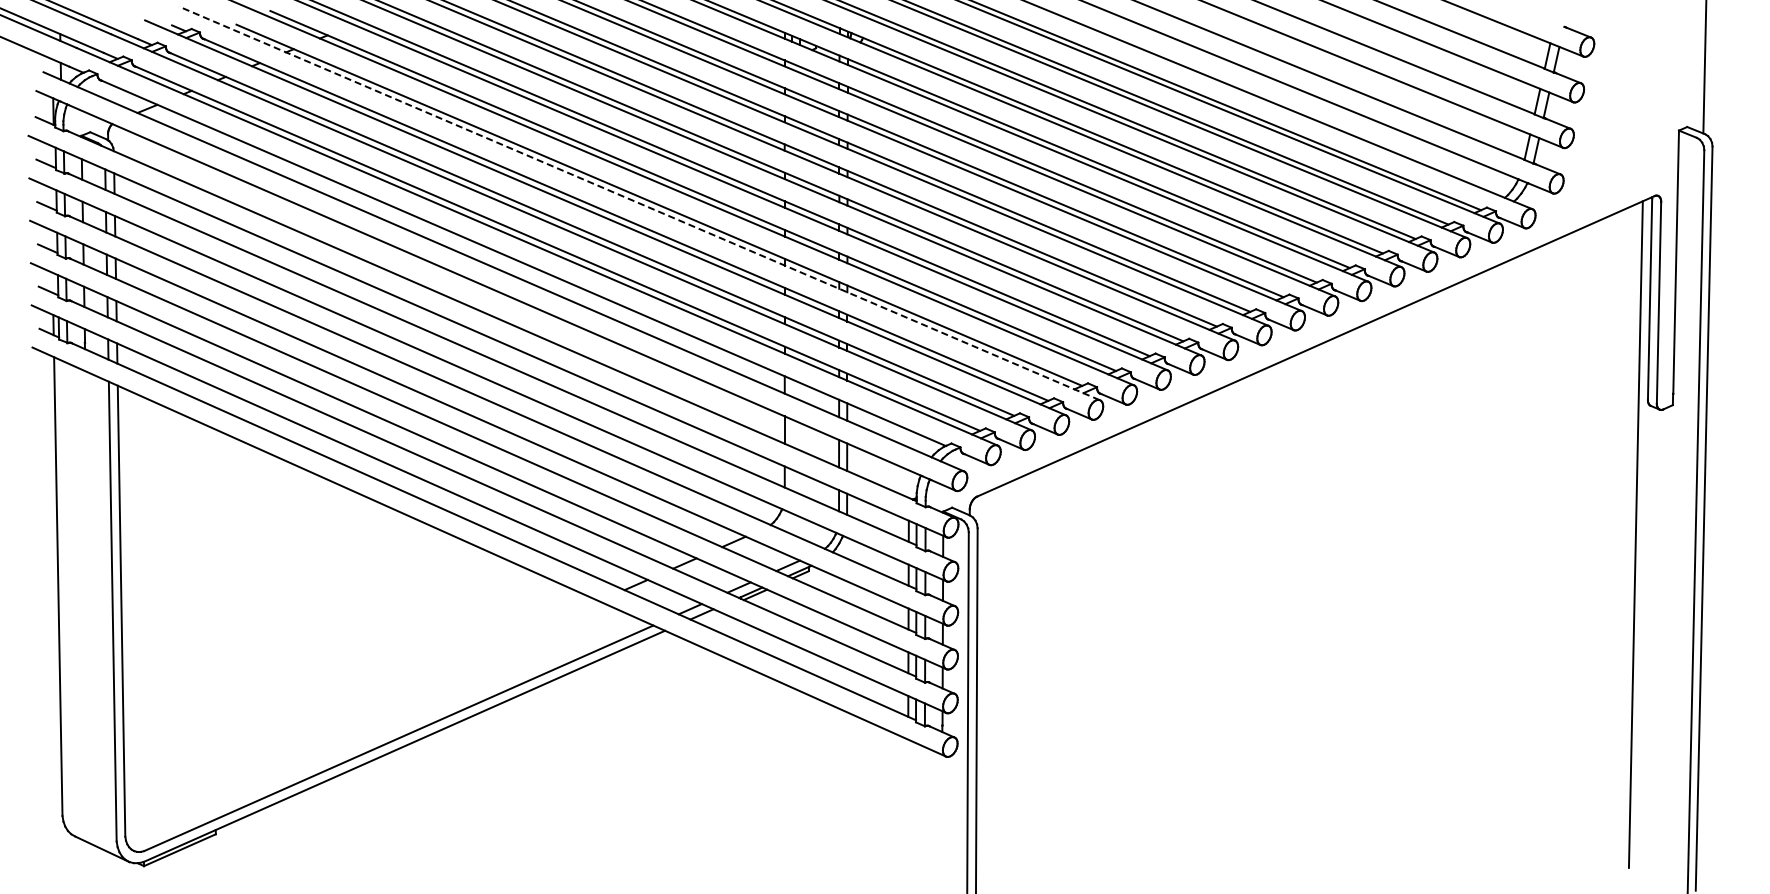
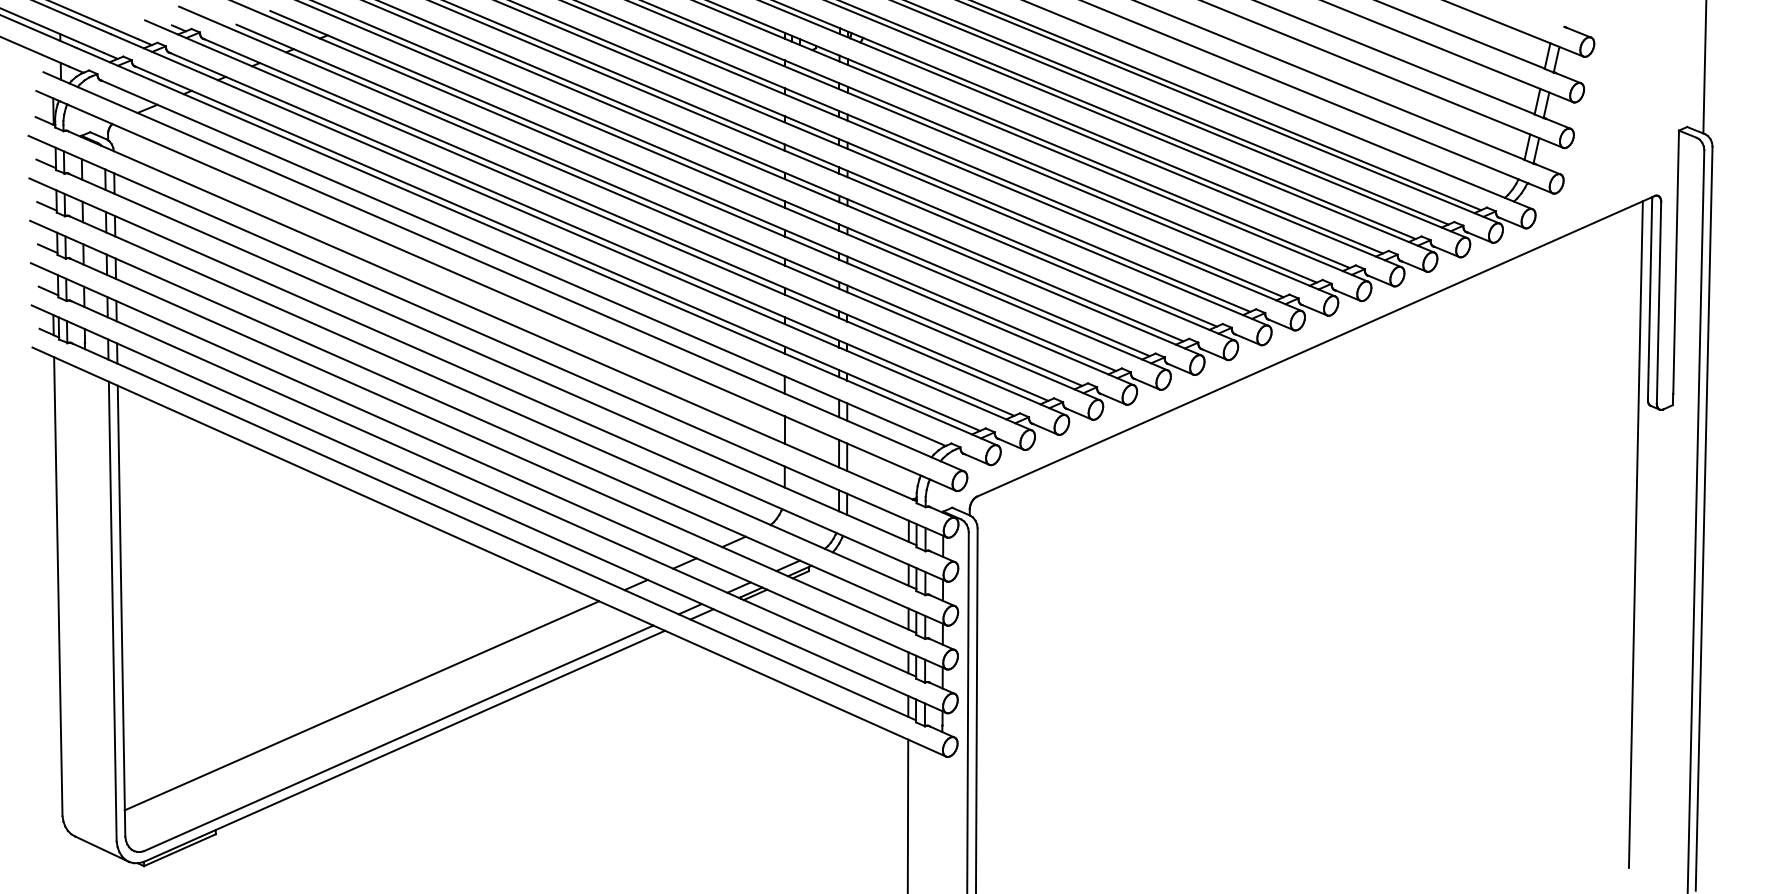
line at (639, 203): dashed -> solid
line at (361, 705): none -> present
line at (907, 814): none -> present
